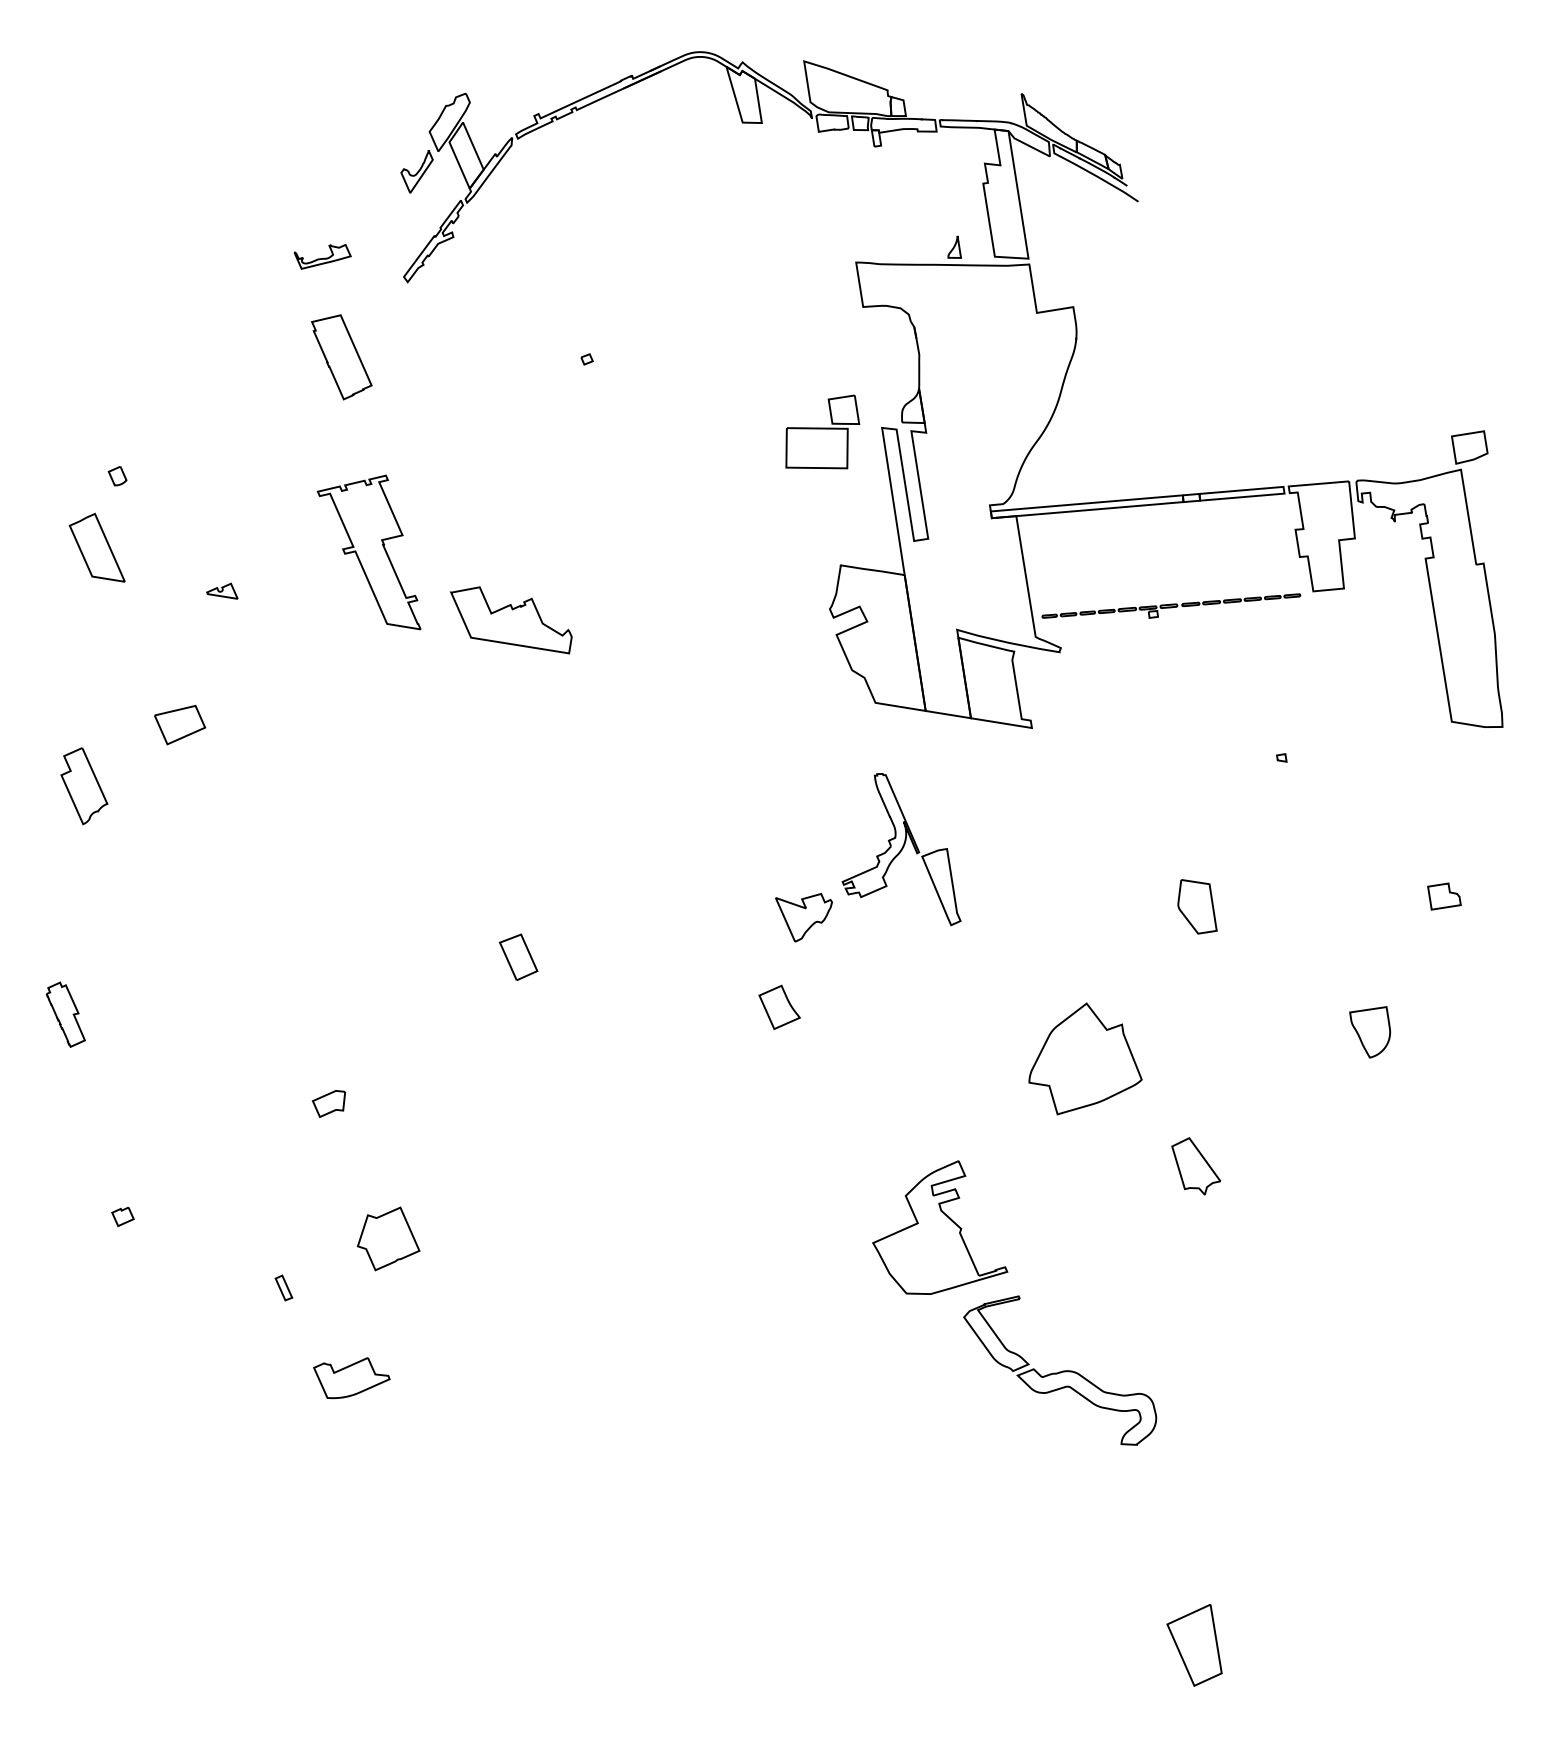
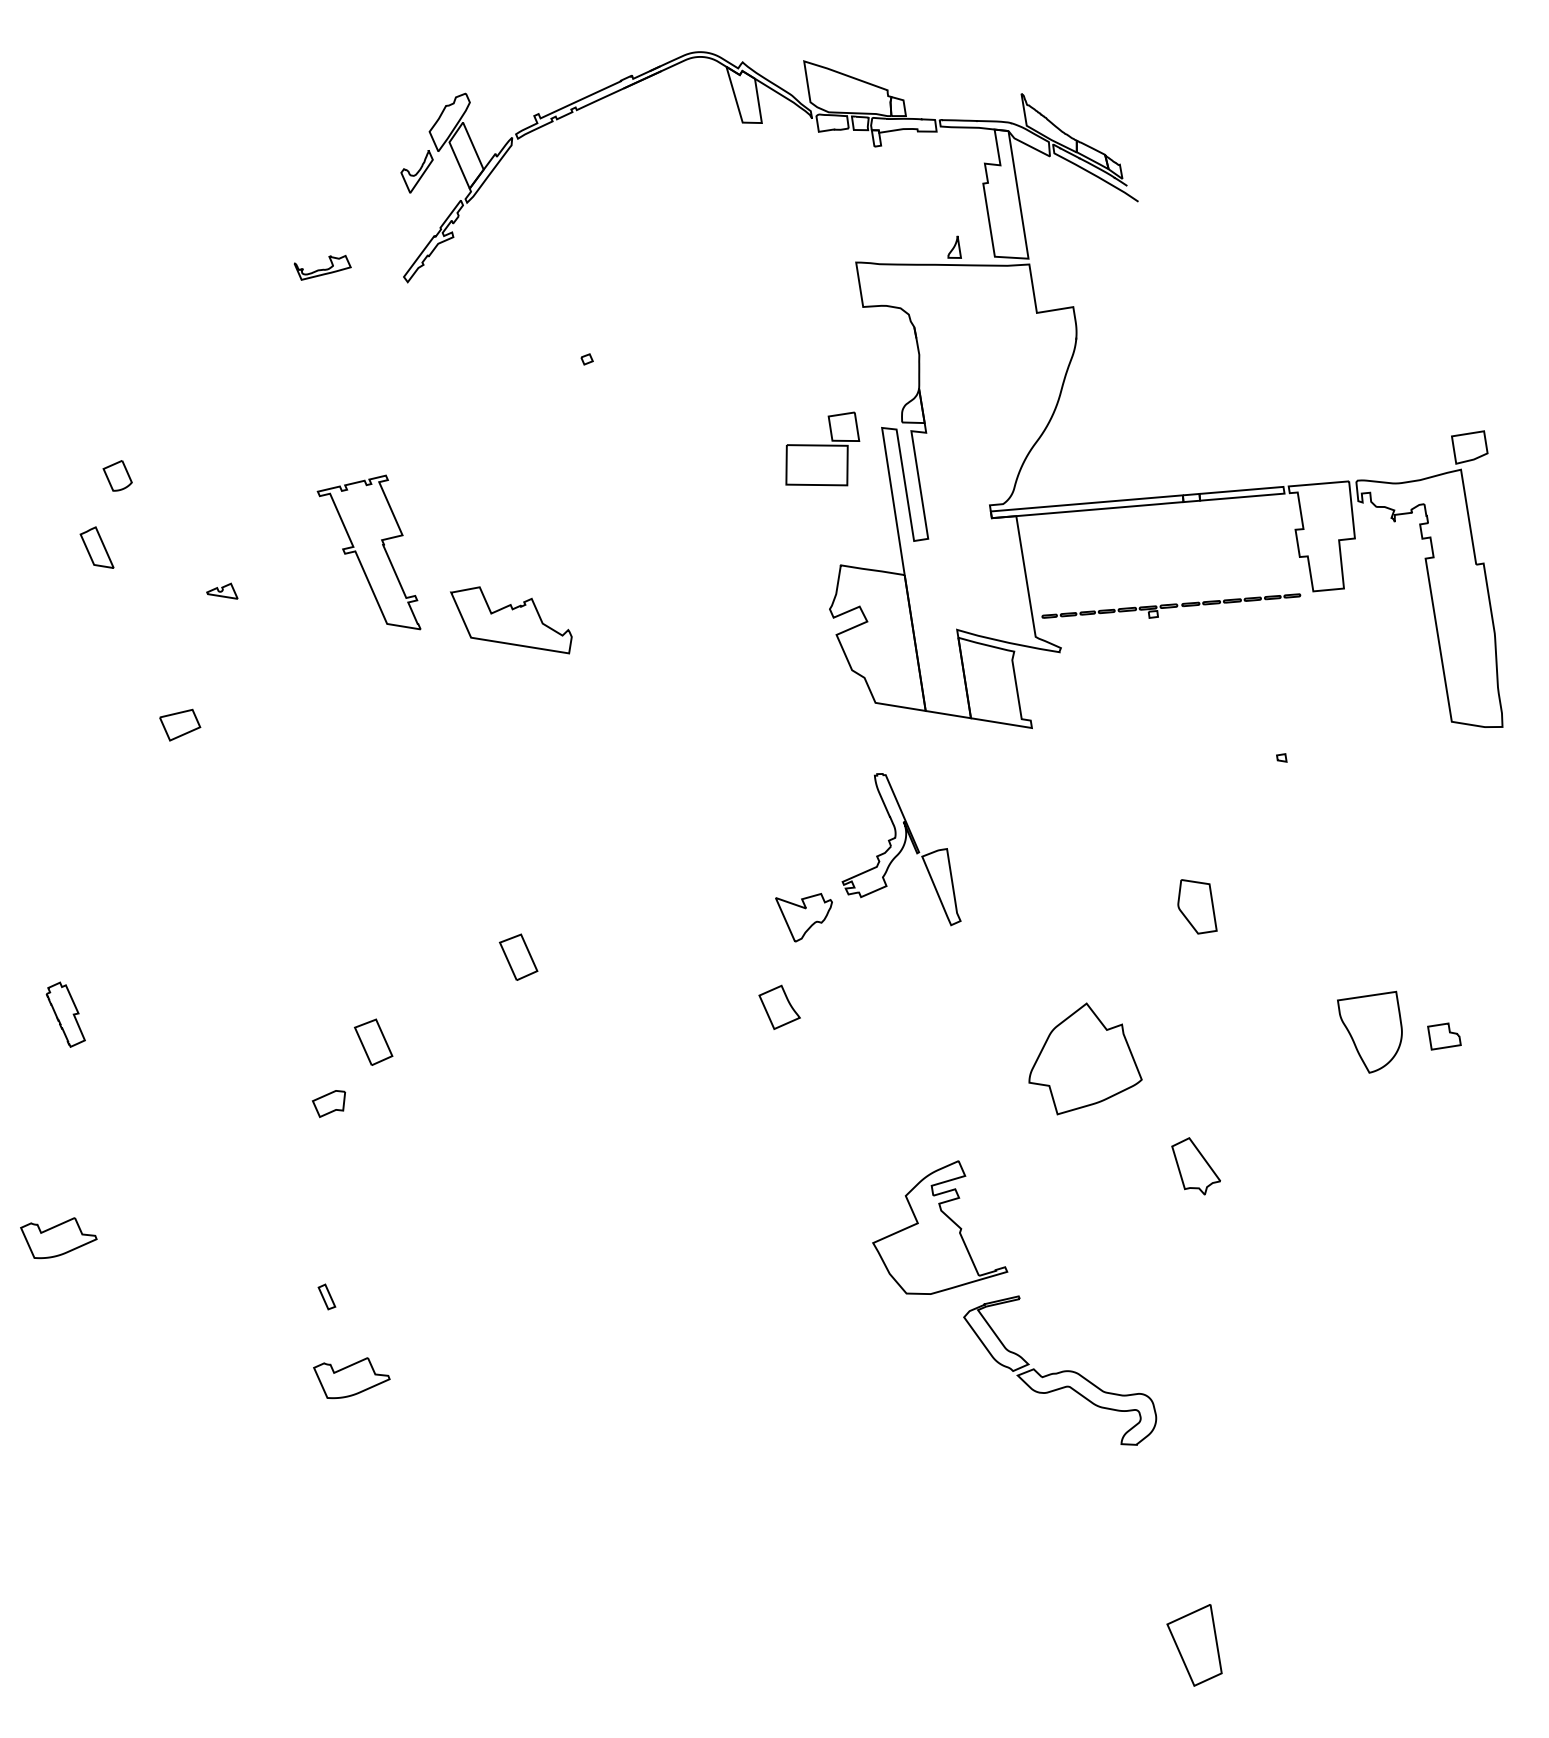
part at (322, 256) position: (322, 256) -> (322, 267)
part at (341, 357): present -> none
part at (822, 431) position: (822, 431) -> (822, 448)
part at (117, 476) size: 21x21 px -> 31x32 px
part at (96, 547) size: 58x71 px -> 36x43 px
part at (180, 725) size: 53x41 px -> 43x34 px
part at (84, 786): present -> none
part at (1444, 896) position: (1444, 896) -> (1444, 1036)
part at (1370, 1032) size: 43x53 px -> 66x84 px
part at (373, 1041): none -> present
part at (122, 1217): present -> none
part at (58, 1238): none -> present
part at (388, 1238): present -> none
part at (283, 1287) position: (283, 1287) -> (326, 1296)
